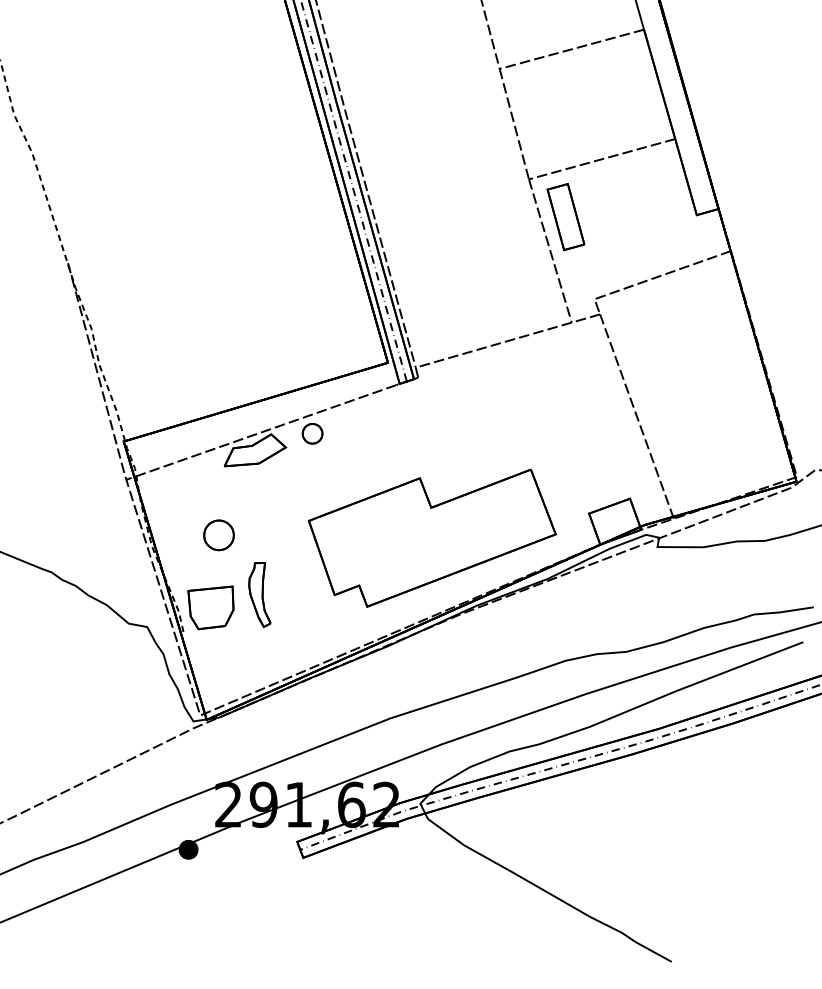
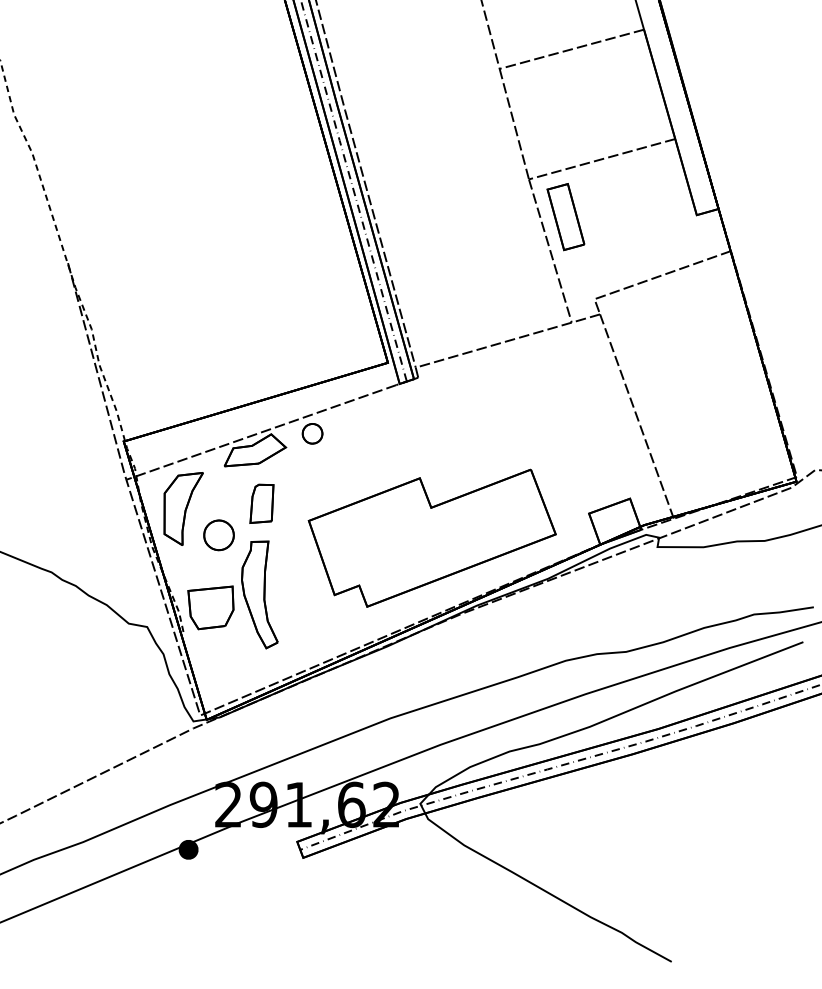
part at (261, 503): none -> present
part at (183, 508): none -> present
part at (259, 595) size: 24x67 px -> 38x110 px
